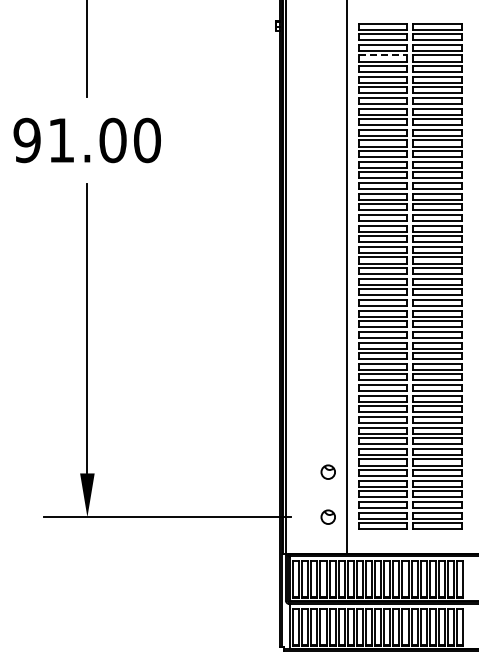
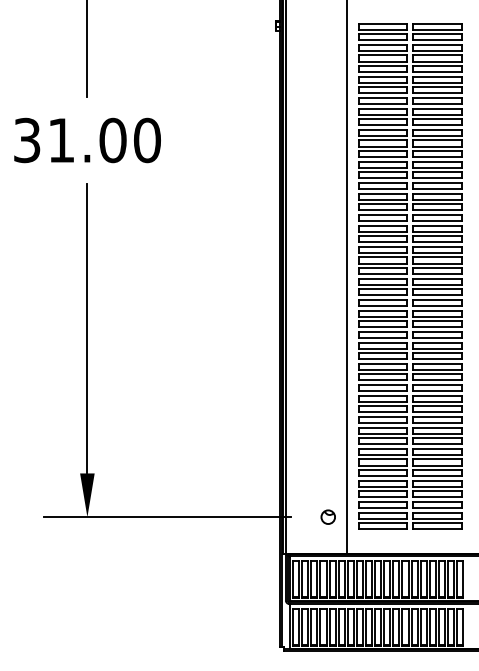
line at (383, 55): dashed -> solid
text at (26, 140): 91.00 -> 31.00
part at (327, 471): present -> none
